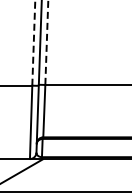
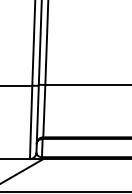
line at (33, 42): dashed -> solid
line at (46, 43): dashed -> solid
